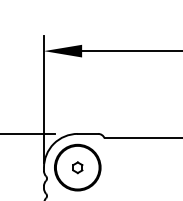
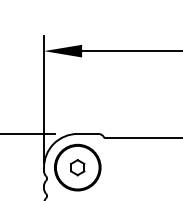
part at (77, 167) size: 12x14 px -> 16x18 px
